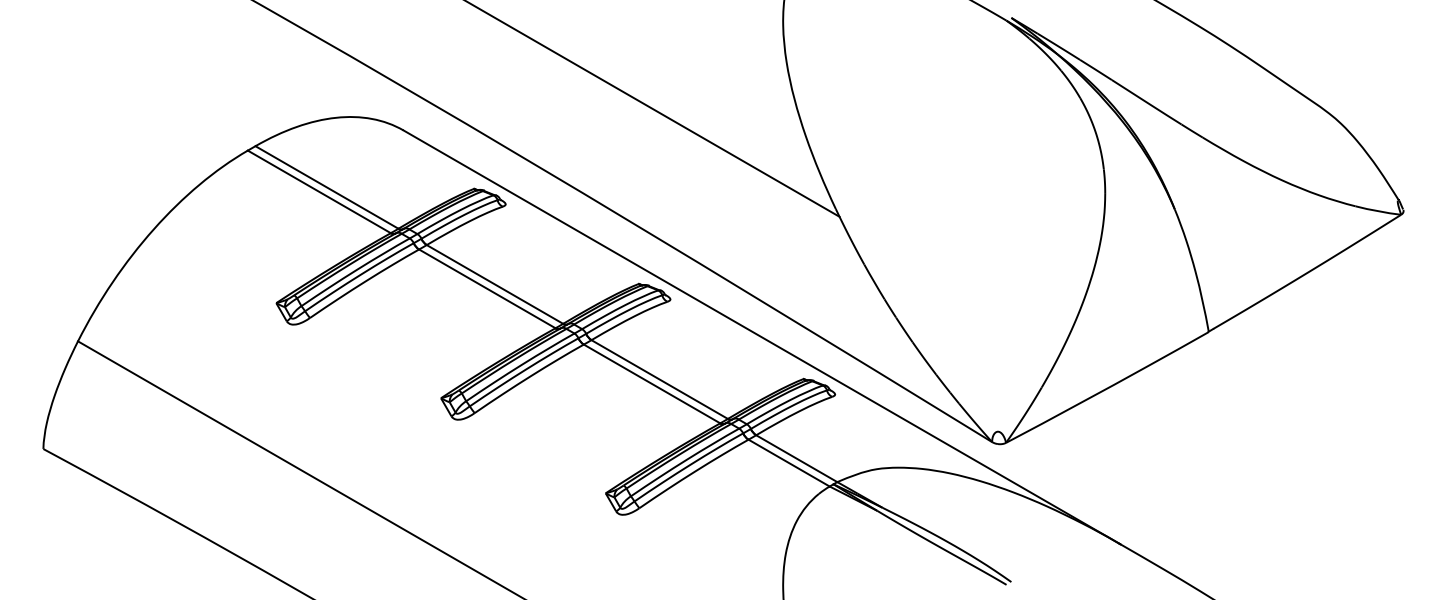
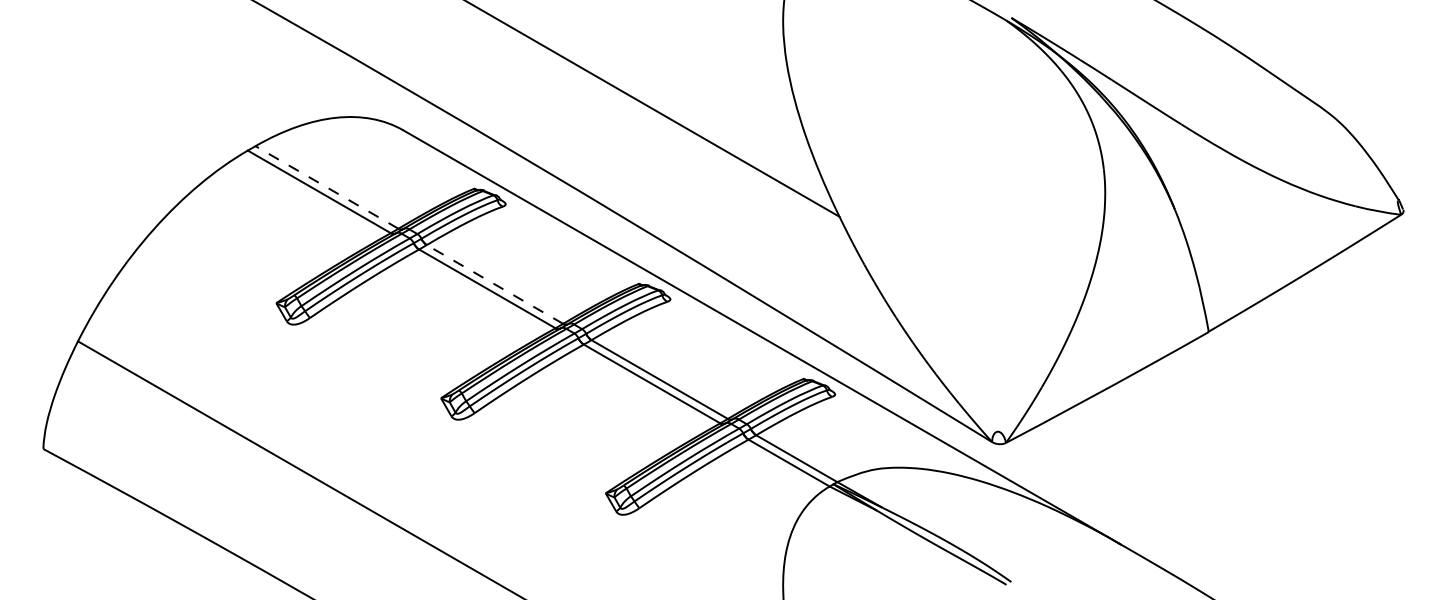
line at (326, 187): solid -> dashed
line at (494, 284): solid -> dashed
